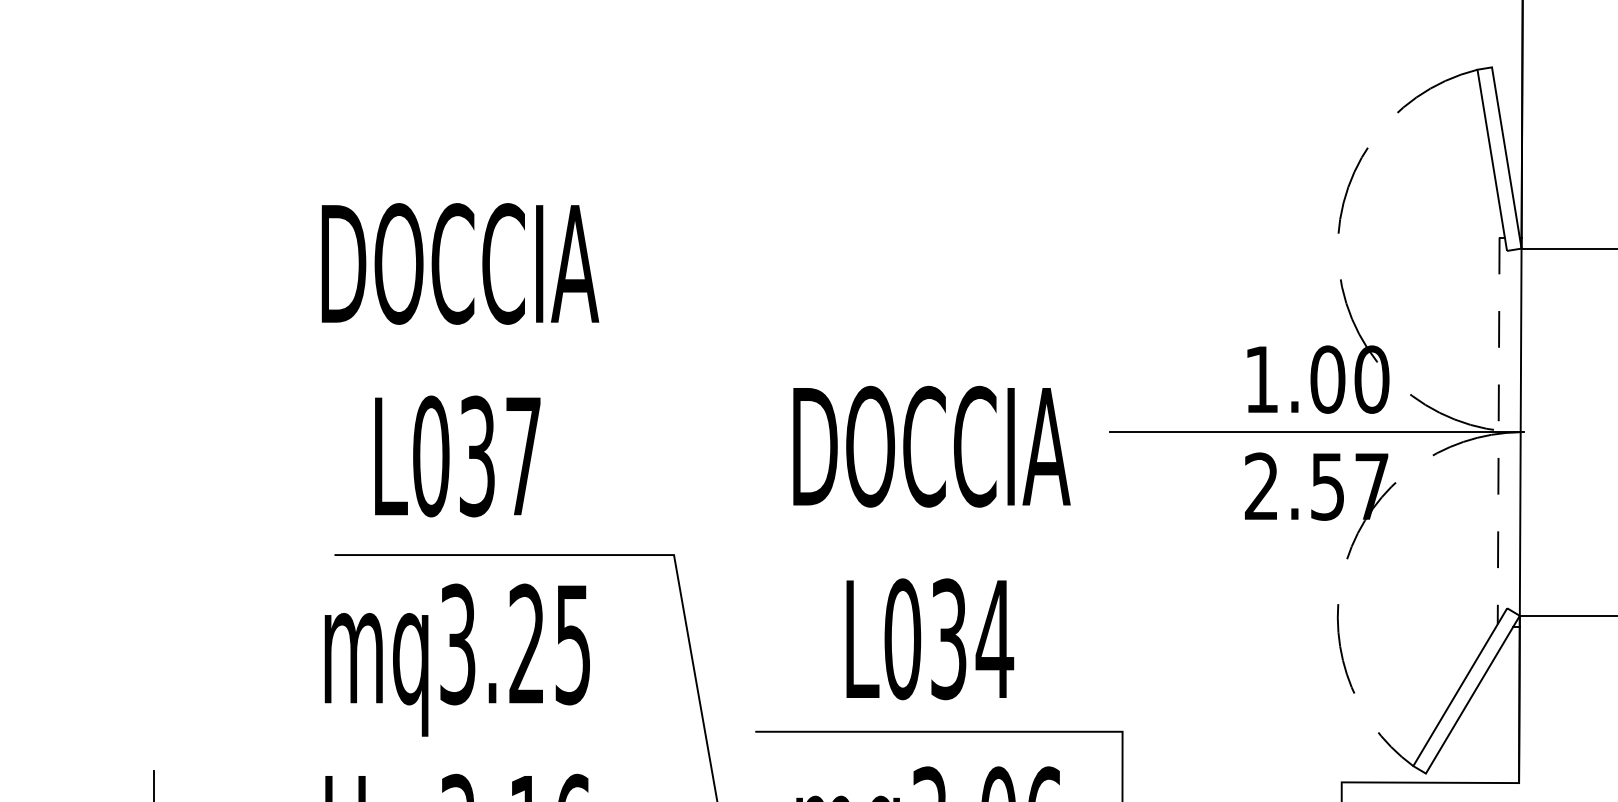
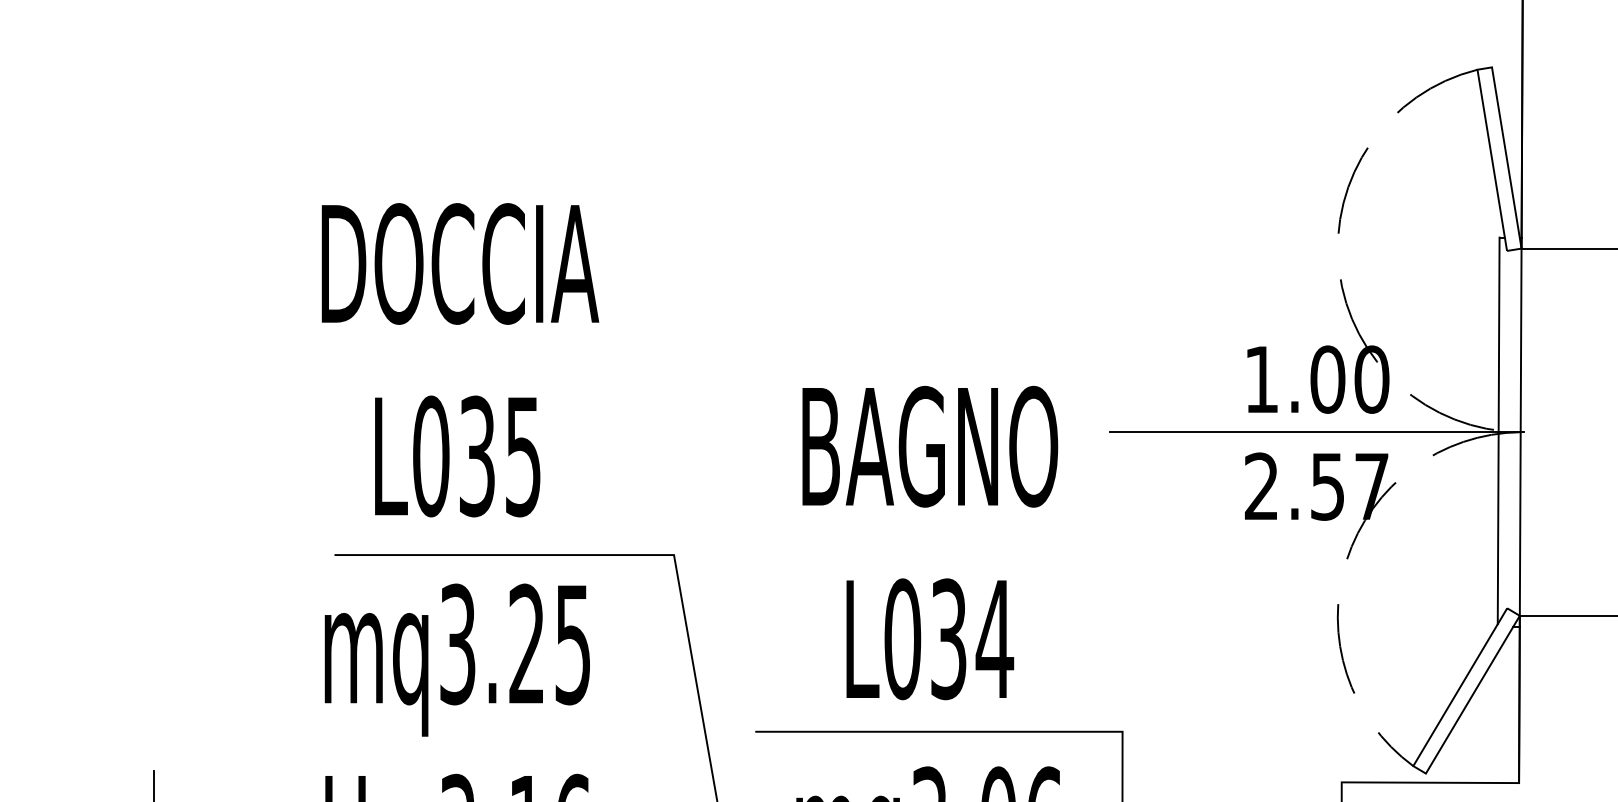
line at (1498, 431): dashed -> solid
text at (931, 446): DOCCIA -> BAGNO
text at (523, 457): L037 -> L035
